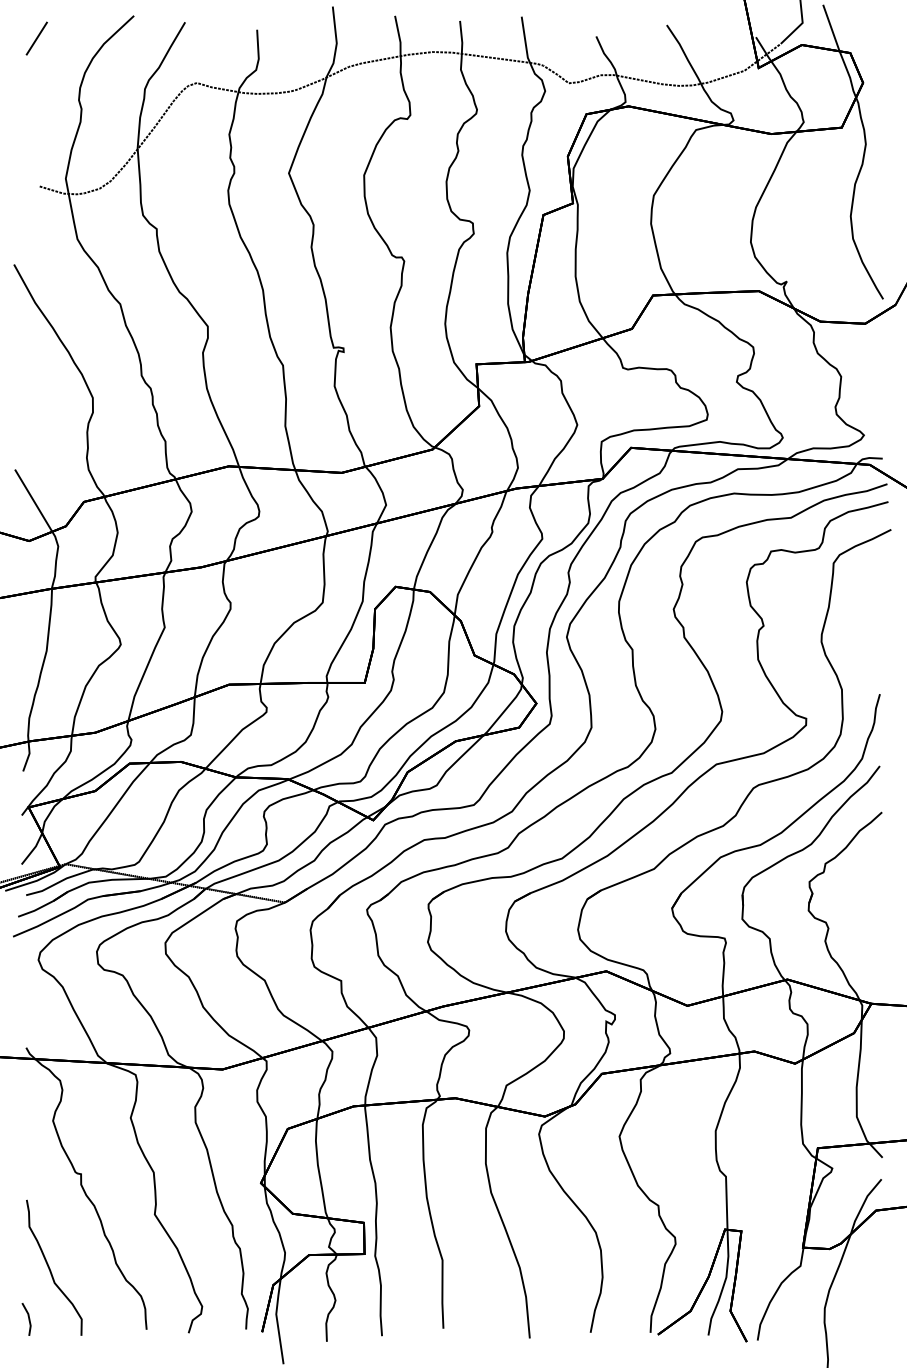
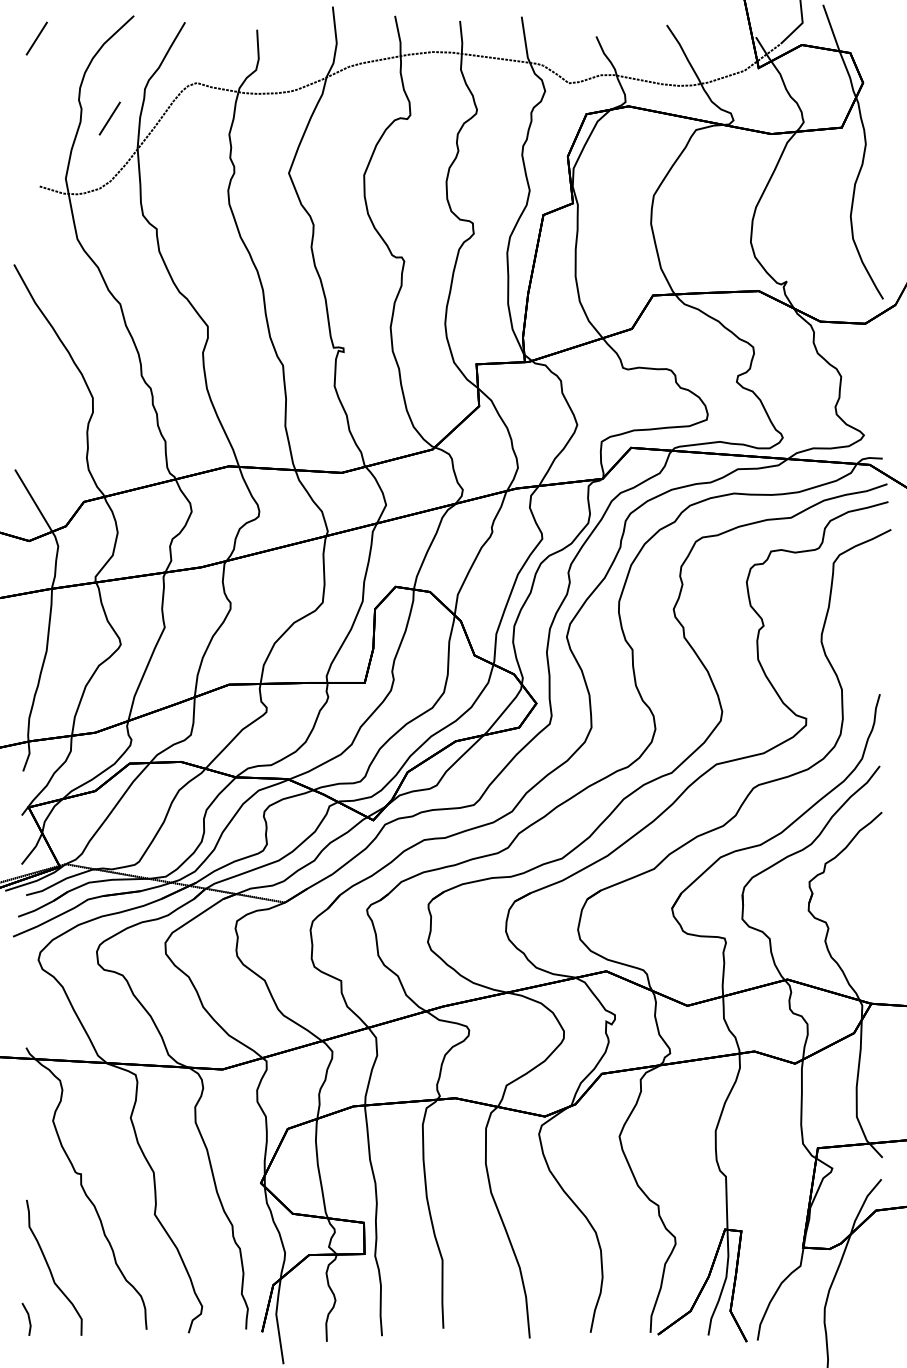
line at (109, 118): none -> present
